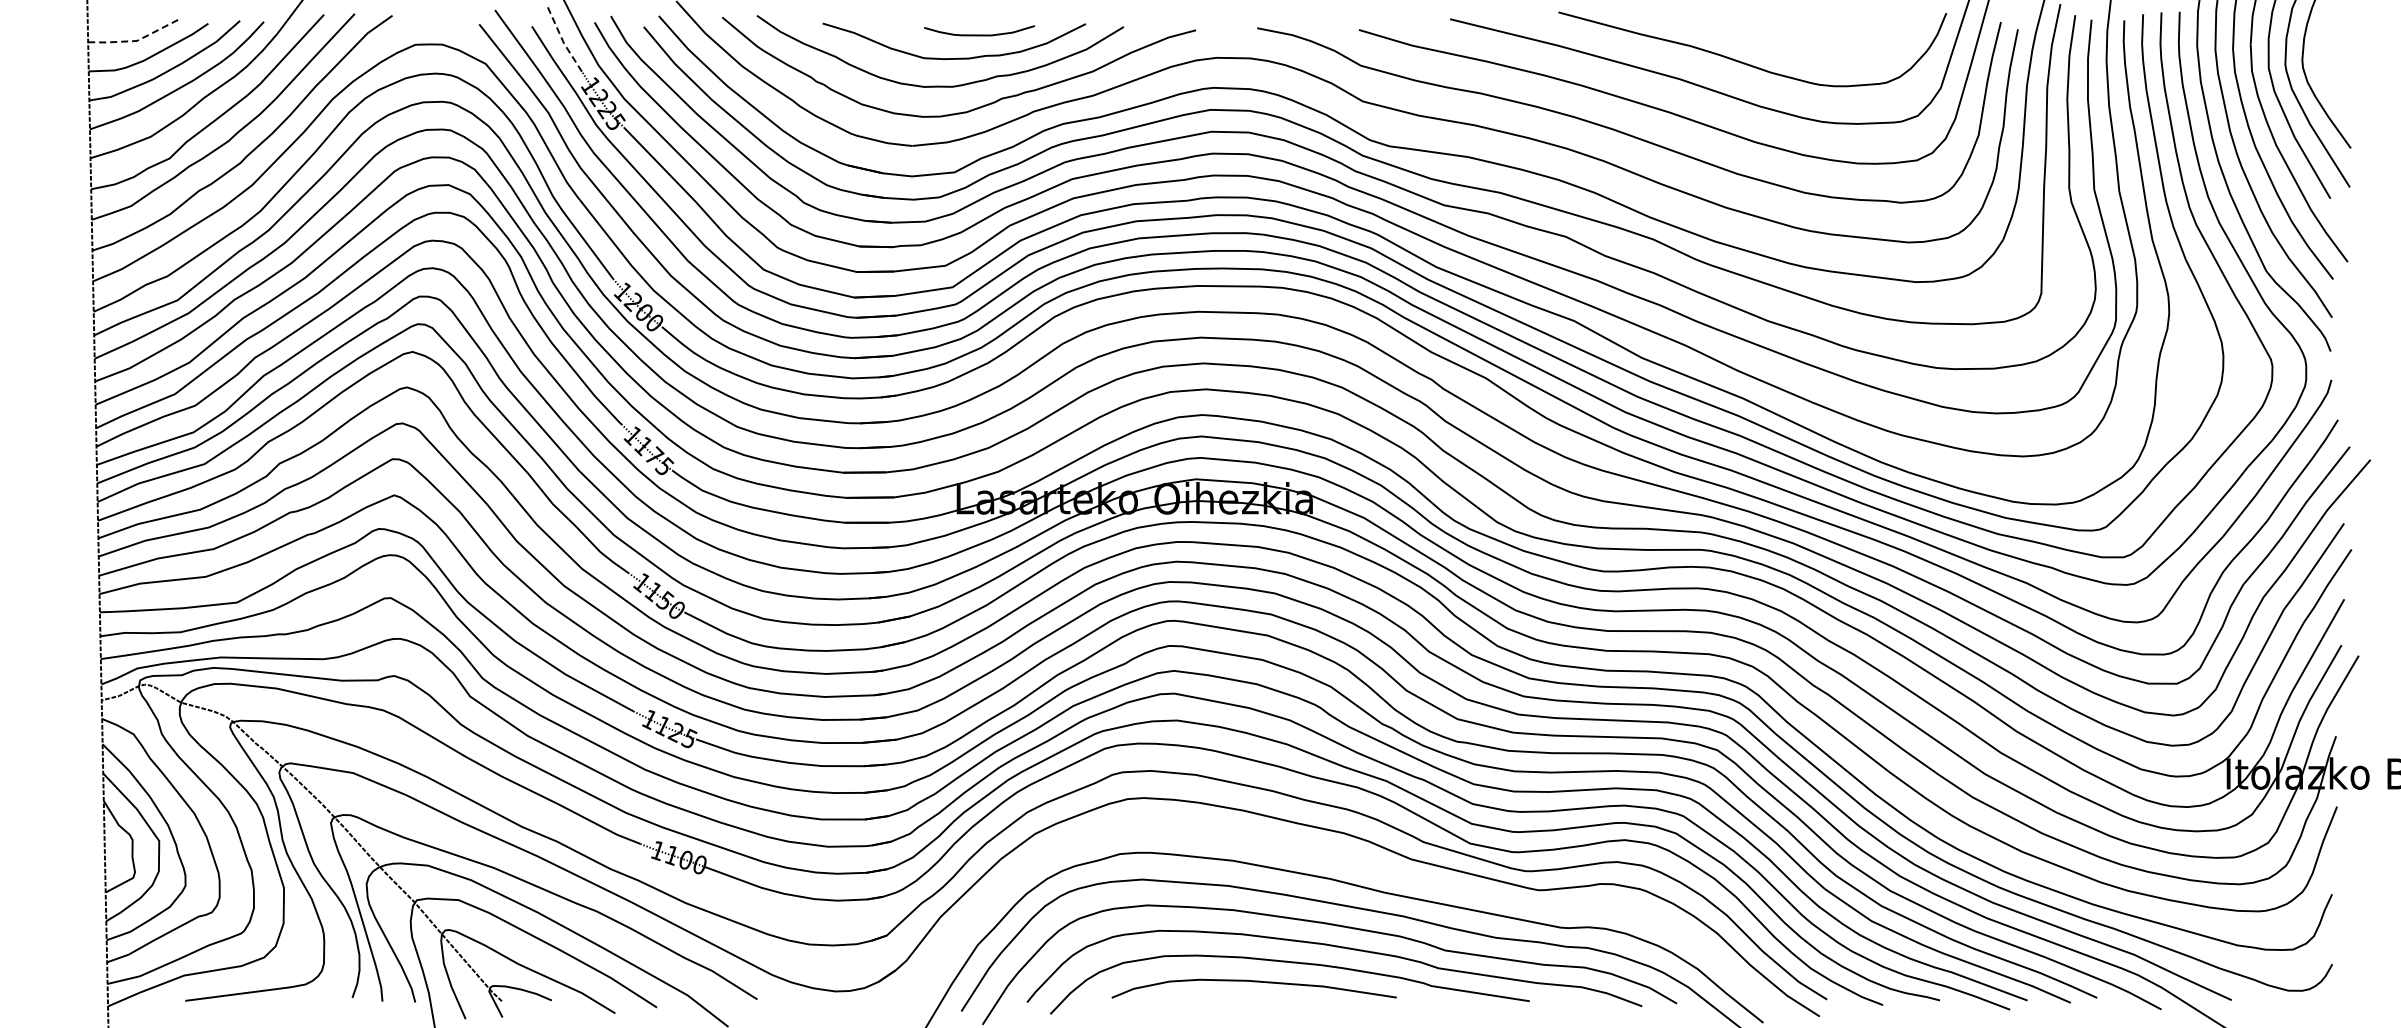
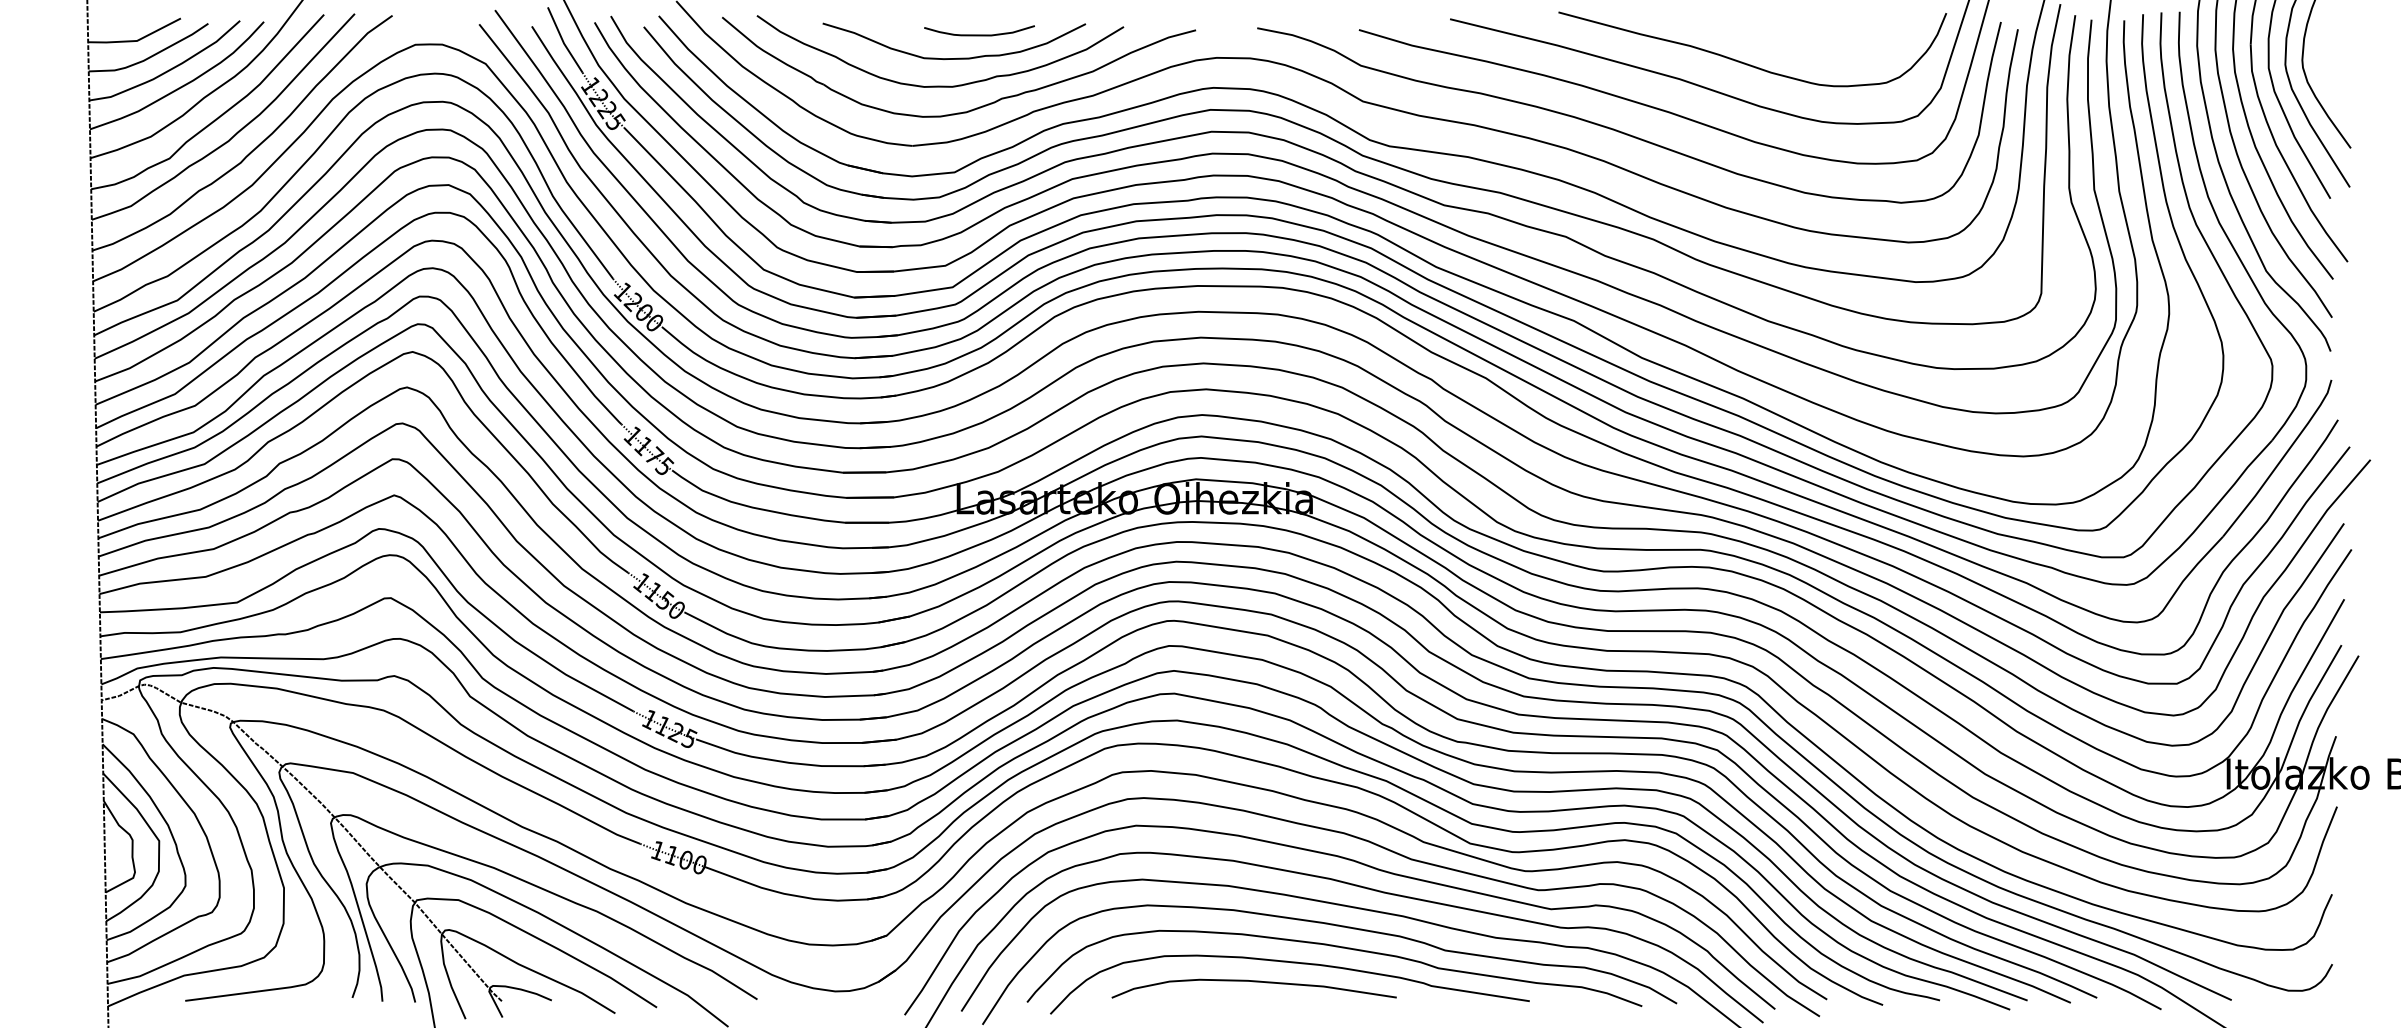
line at (137, 40): dashed -> solid
line at (563, 41): dashed -> solid
curve at (1360, 864): none -> present
